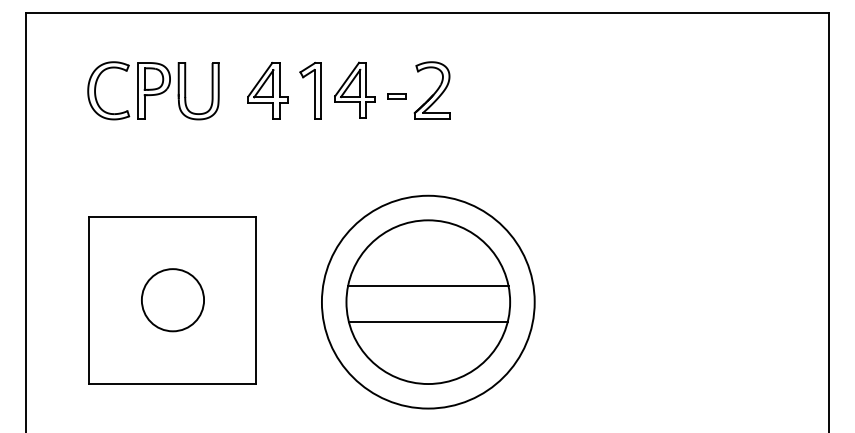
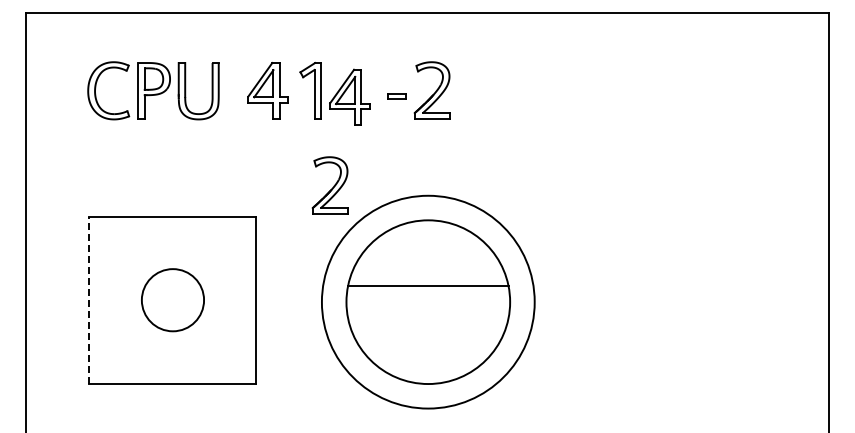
part at (354, 89) position: (354, 89) -> (349, 96)
part at (329, 185): none -> present
line at (89, 299): solid -> dashed
line at (427, 321): present -> none
